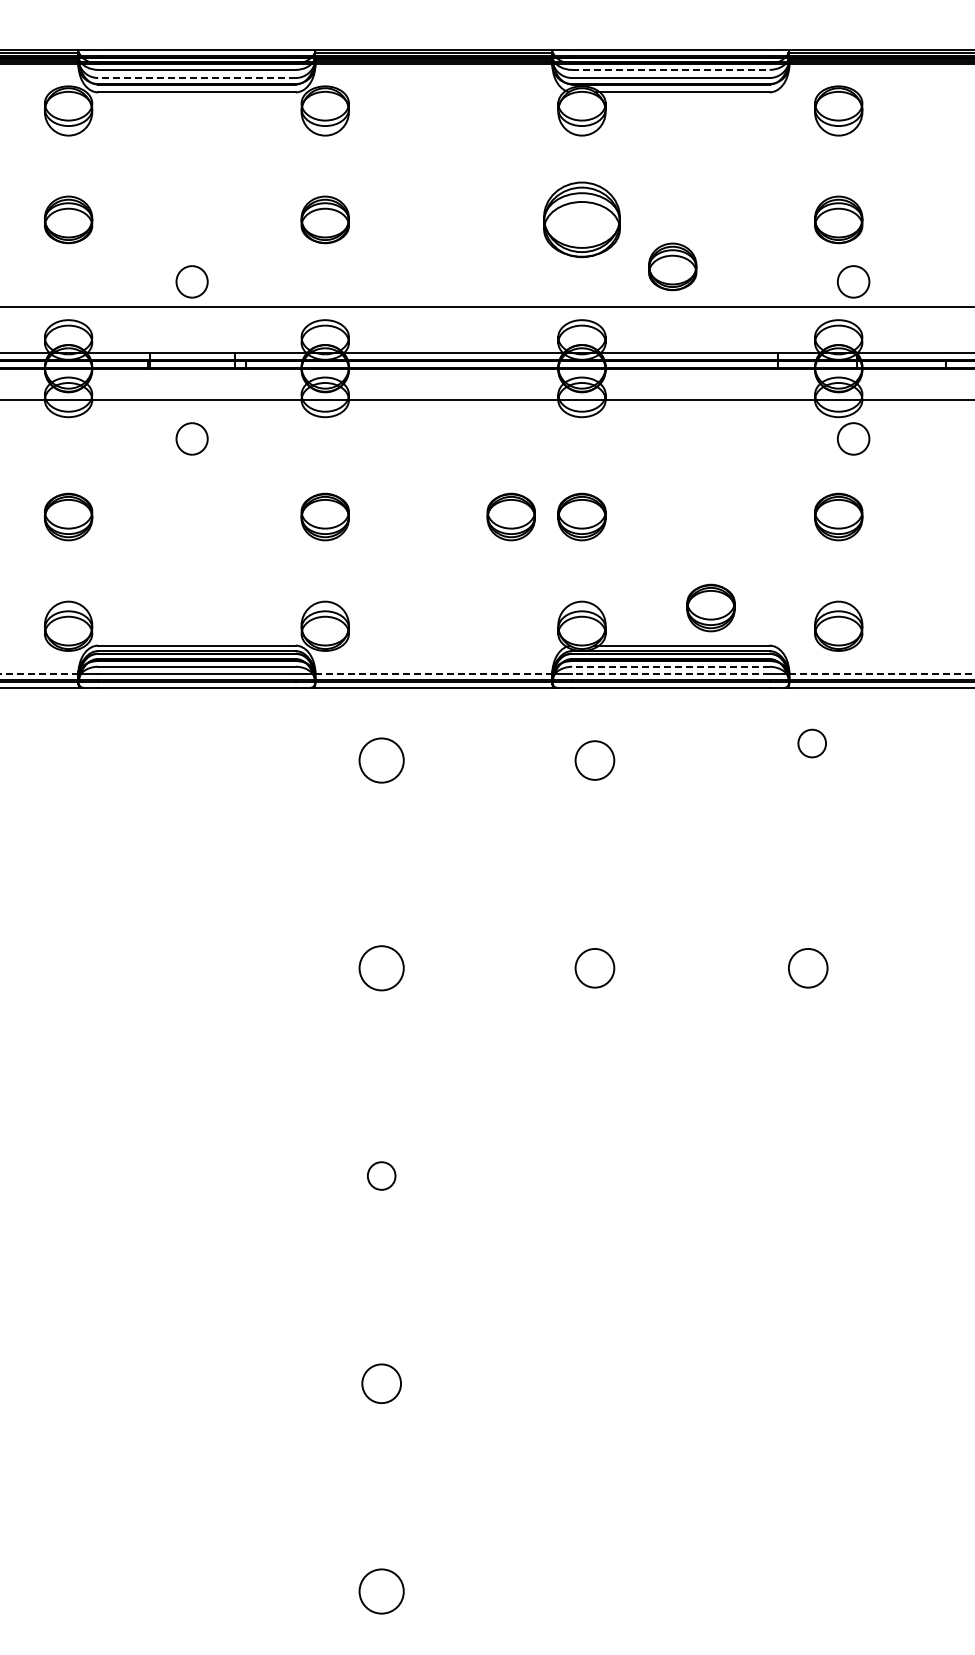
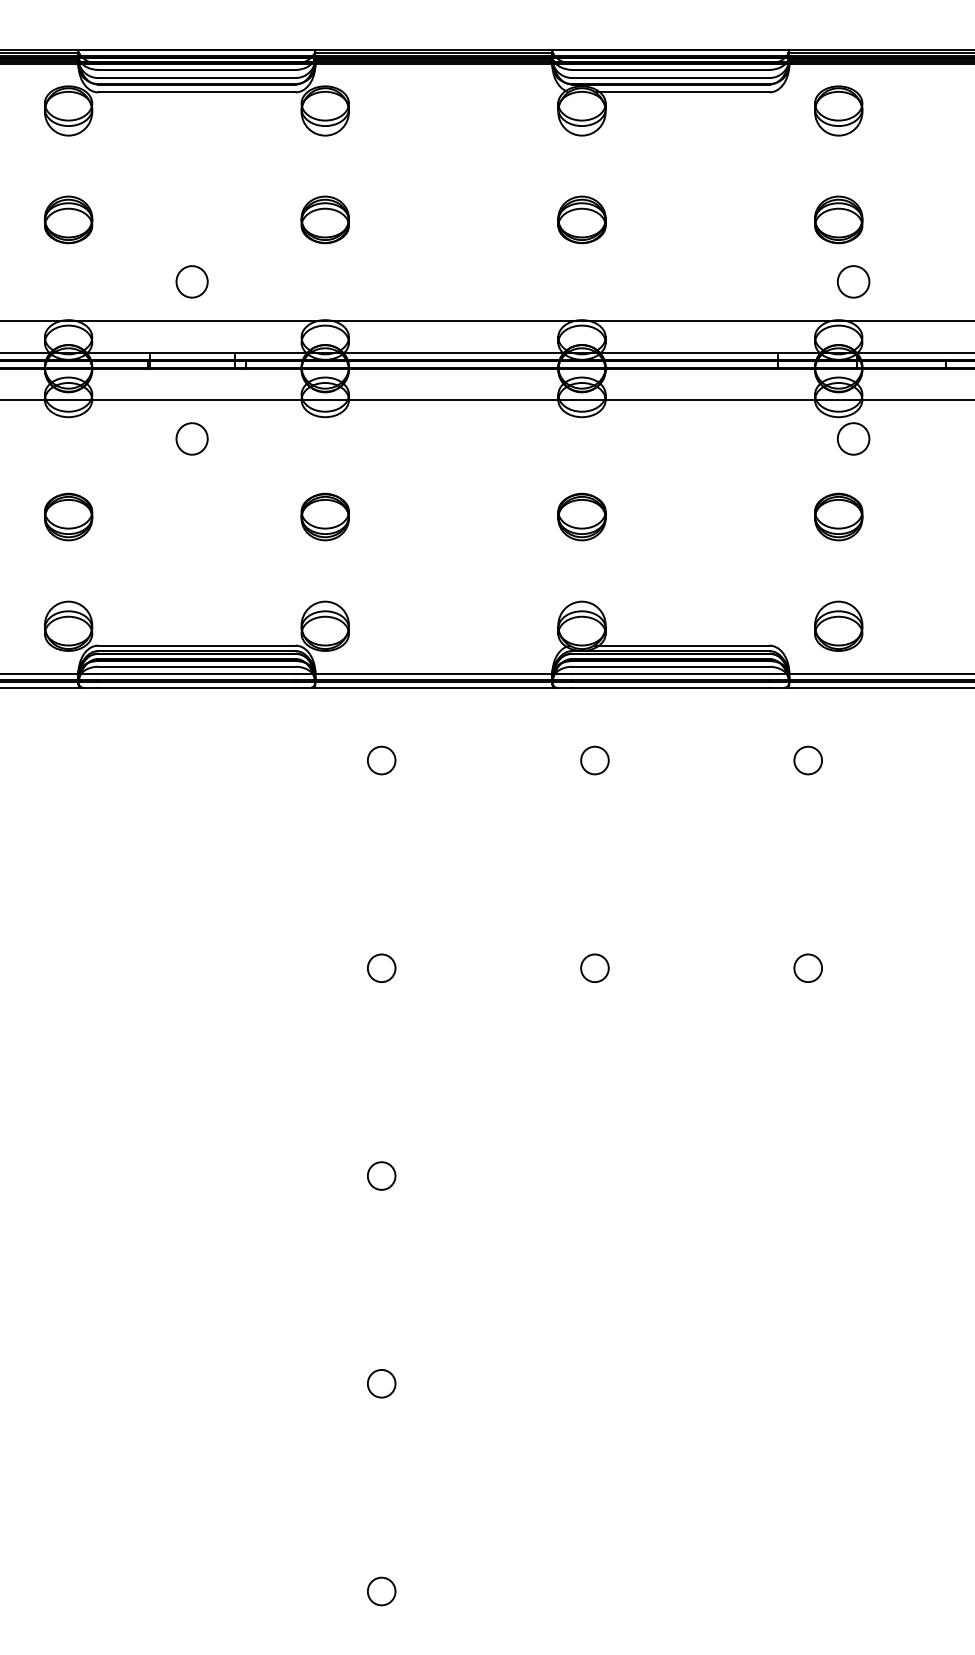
line at (670, 69): dashed -> solid
line at (196, 78): dashed -> solid
part at (581, 219) size: 78x78 px -> 50x50 px
part at (672, 266): present -> none
line at (486, 307) position: (486, 307) -> (486, 321)
part at (510, 516): present -> none
part at (710, 607): present -> none
line at (670, 666): dashed -> solid
line at (39, 673): dashed -> solid
line at (433, 673): dashed -> solid
line at (670, 673): dashed -> solid
line at (881, 673): dashed -> solid
circle at (811, 743) position: (811, 743) -> (807, 760)
circle at (381, 760) diameter: 44 px -> 28 px
circle at (594, 760) diameter: 39 px -> 28 px
circle at (594, 967) diameter: 39 px -> 28 px
circle at (807, 967) diameter: 39 px -> 28 px
circle at (381, 968) diameter: 44 px -> 28 px
circle at (381, 1383) diameter: 39 px -> 28 px
circle at (381, 1591) diameter: 44 px -> 28 px
